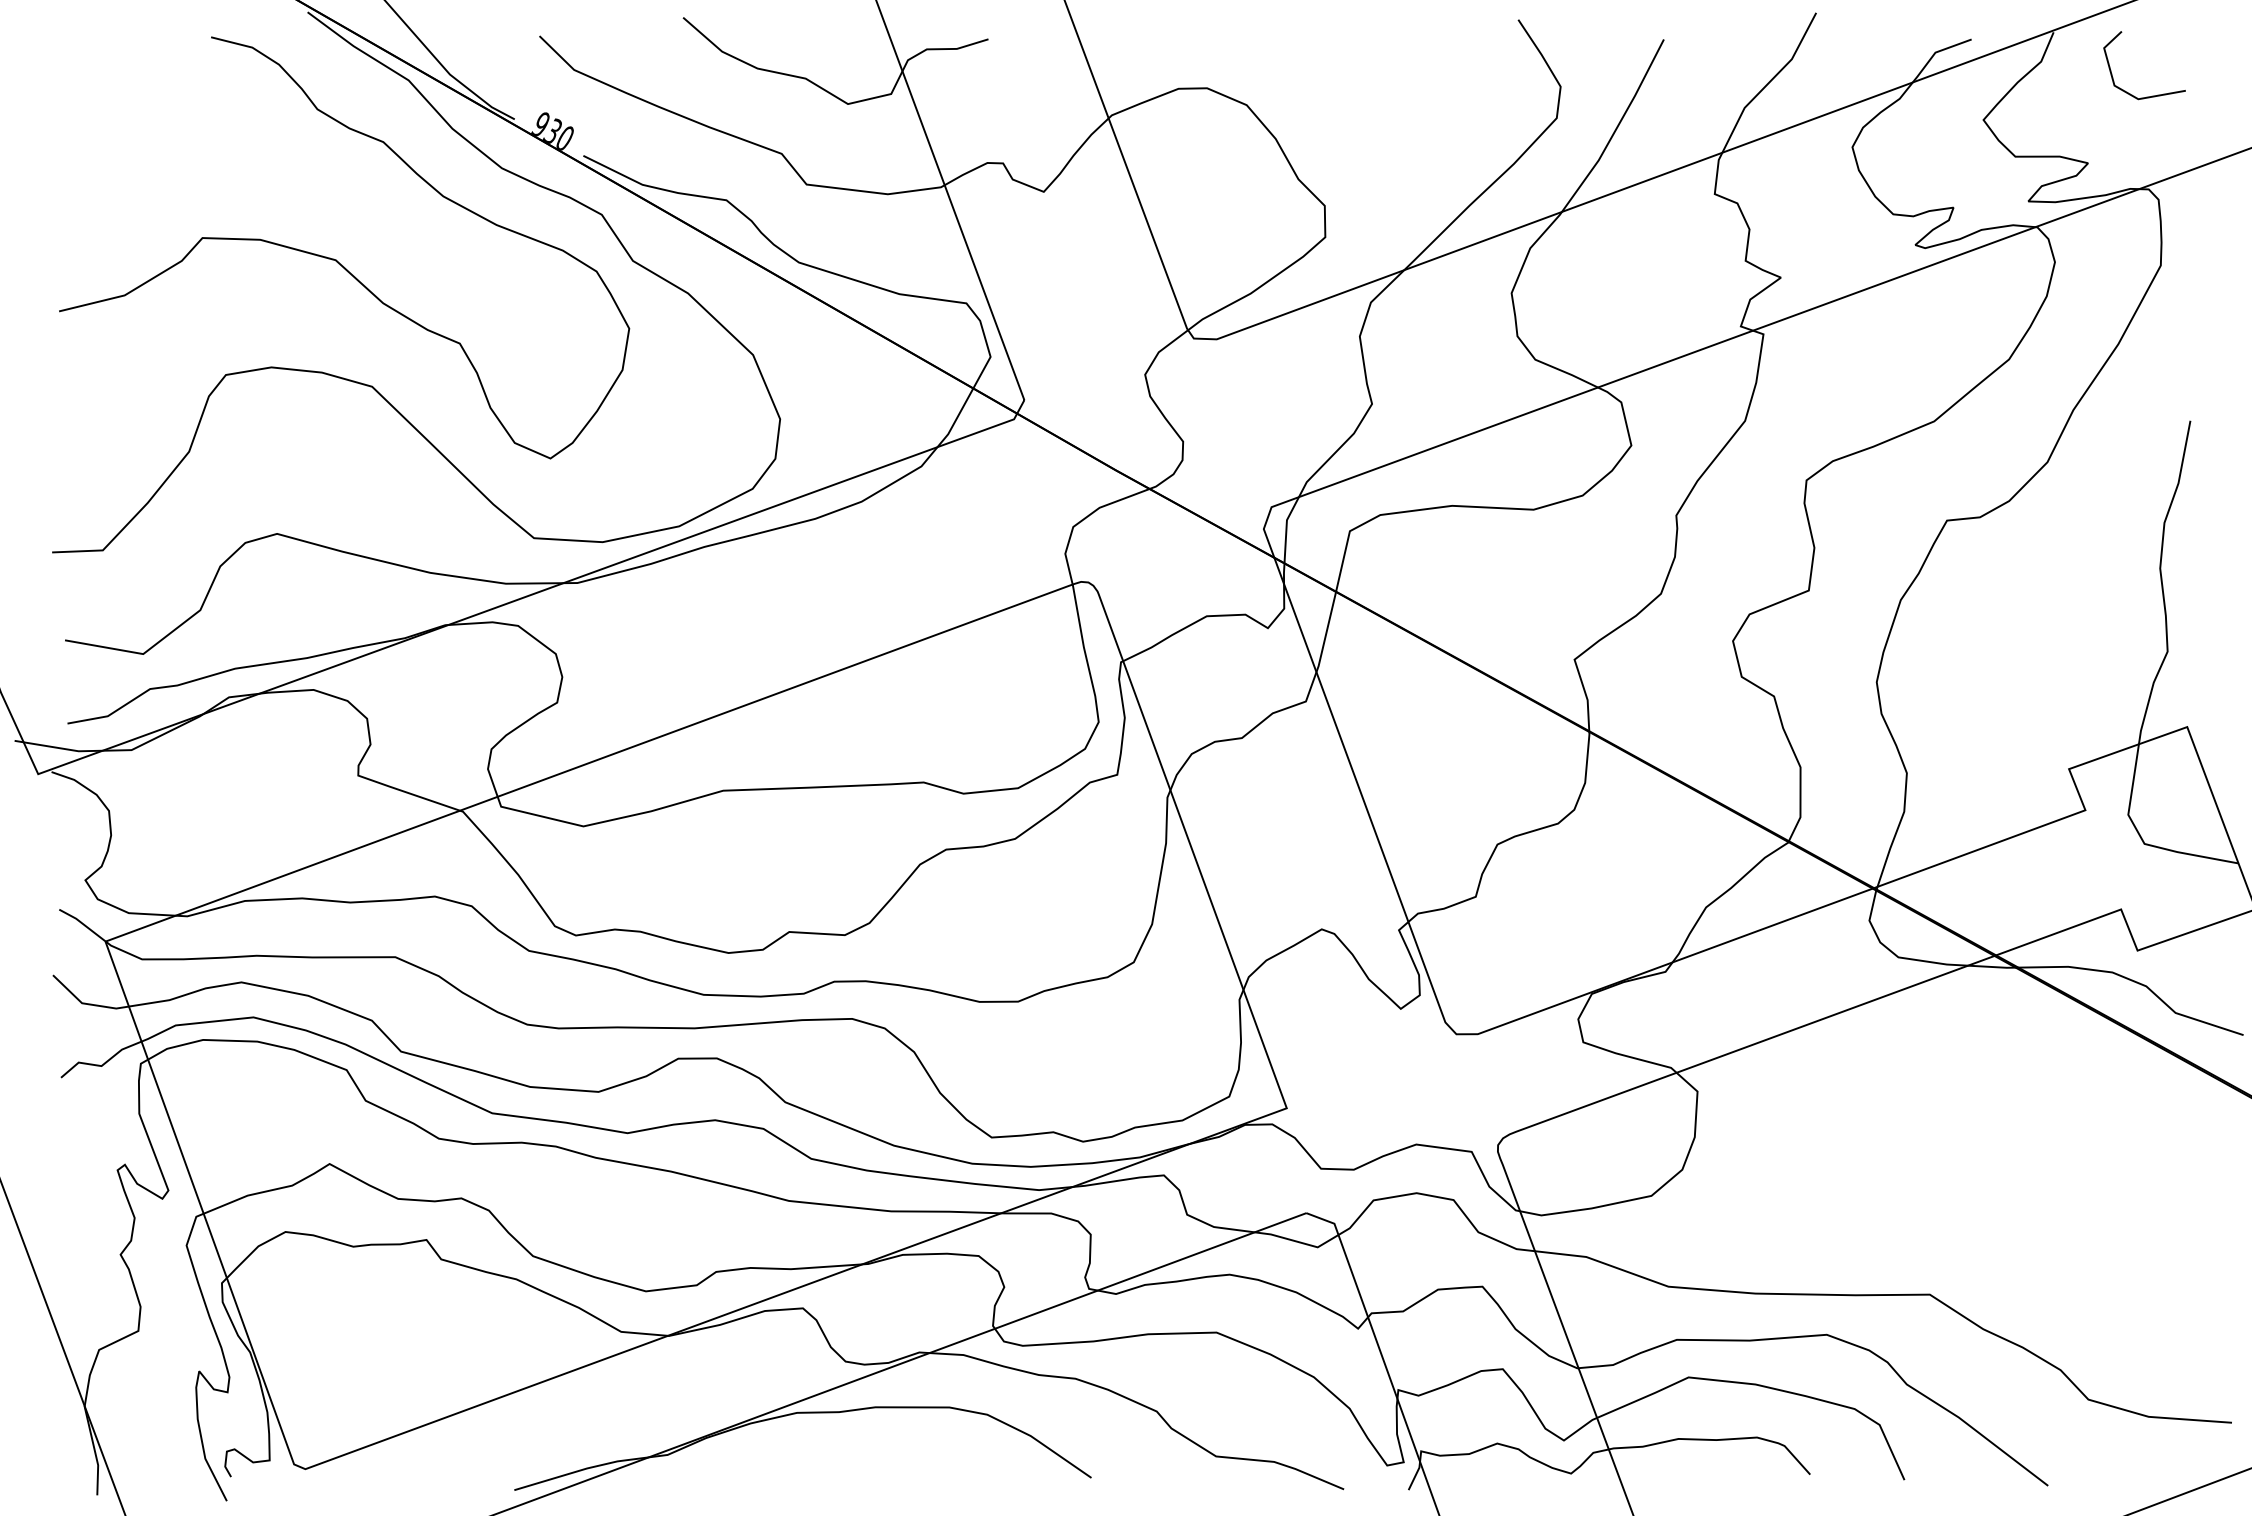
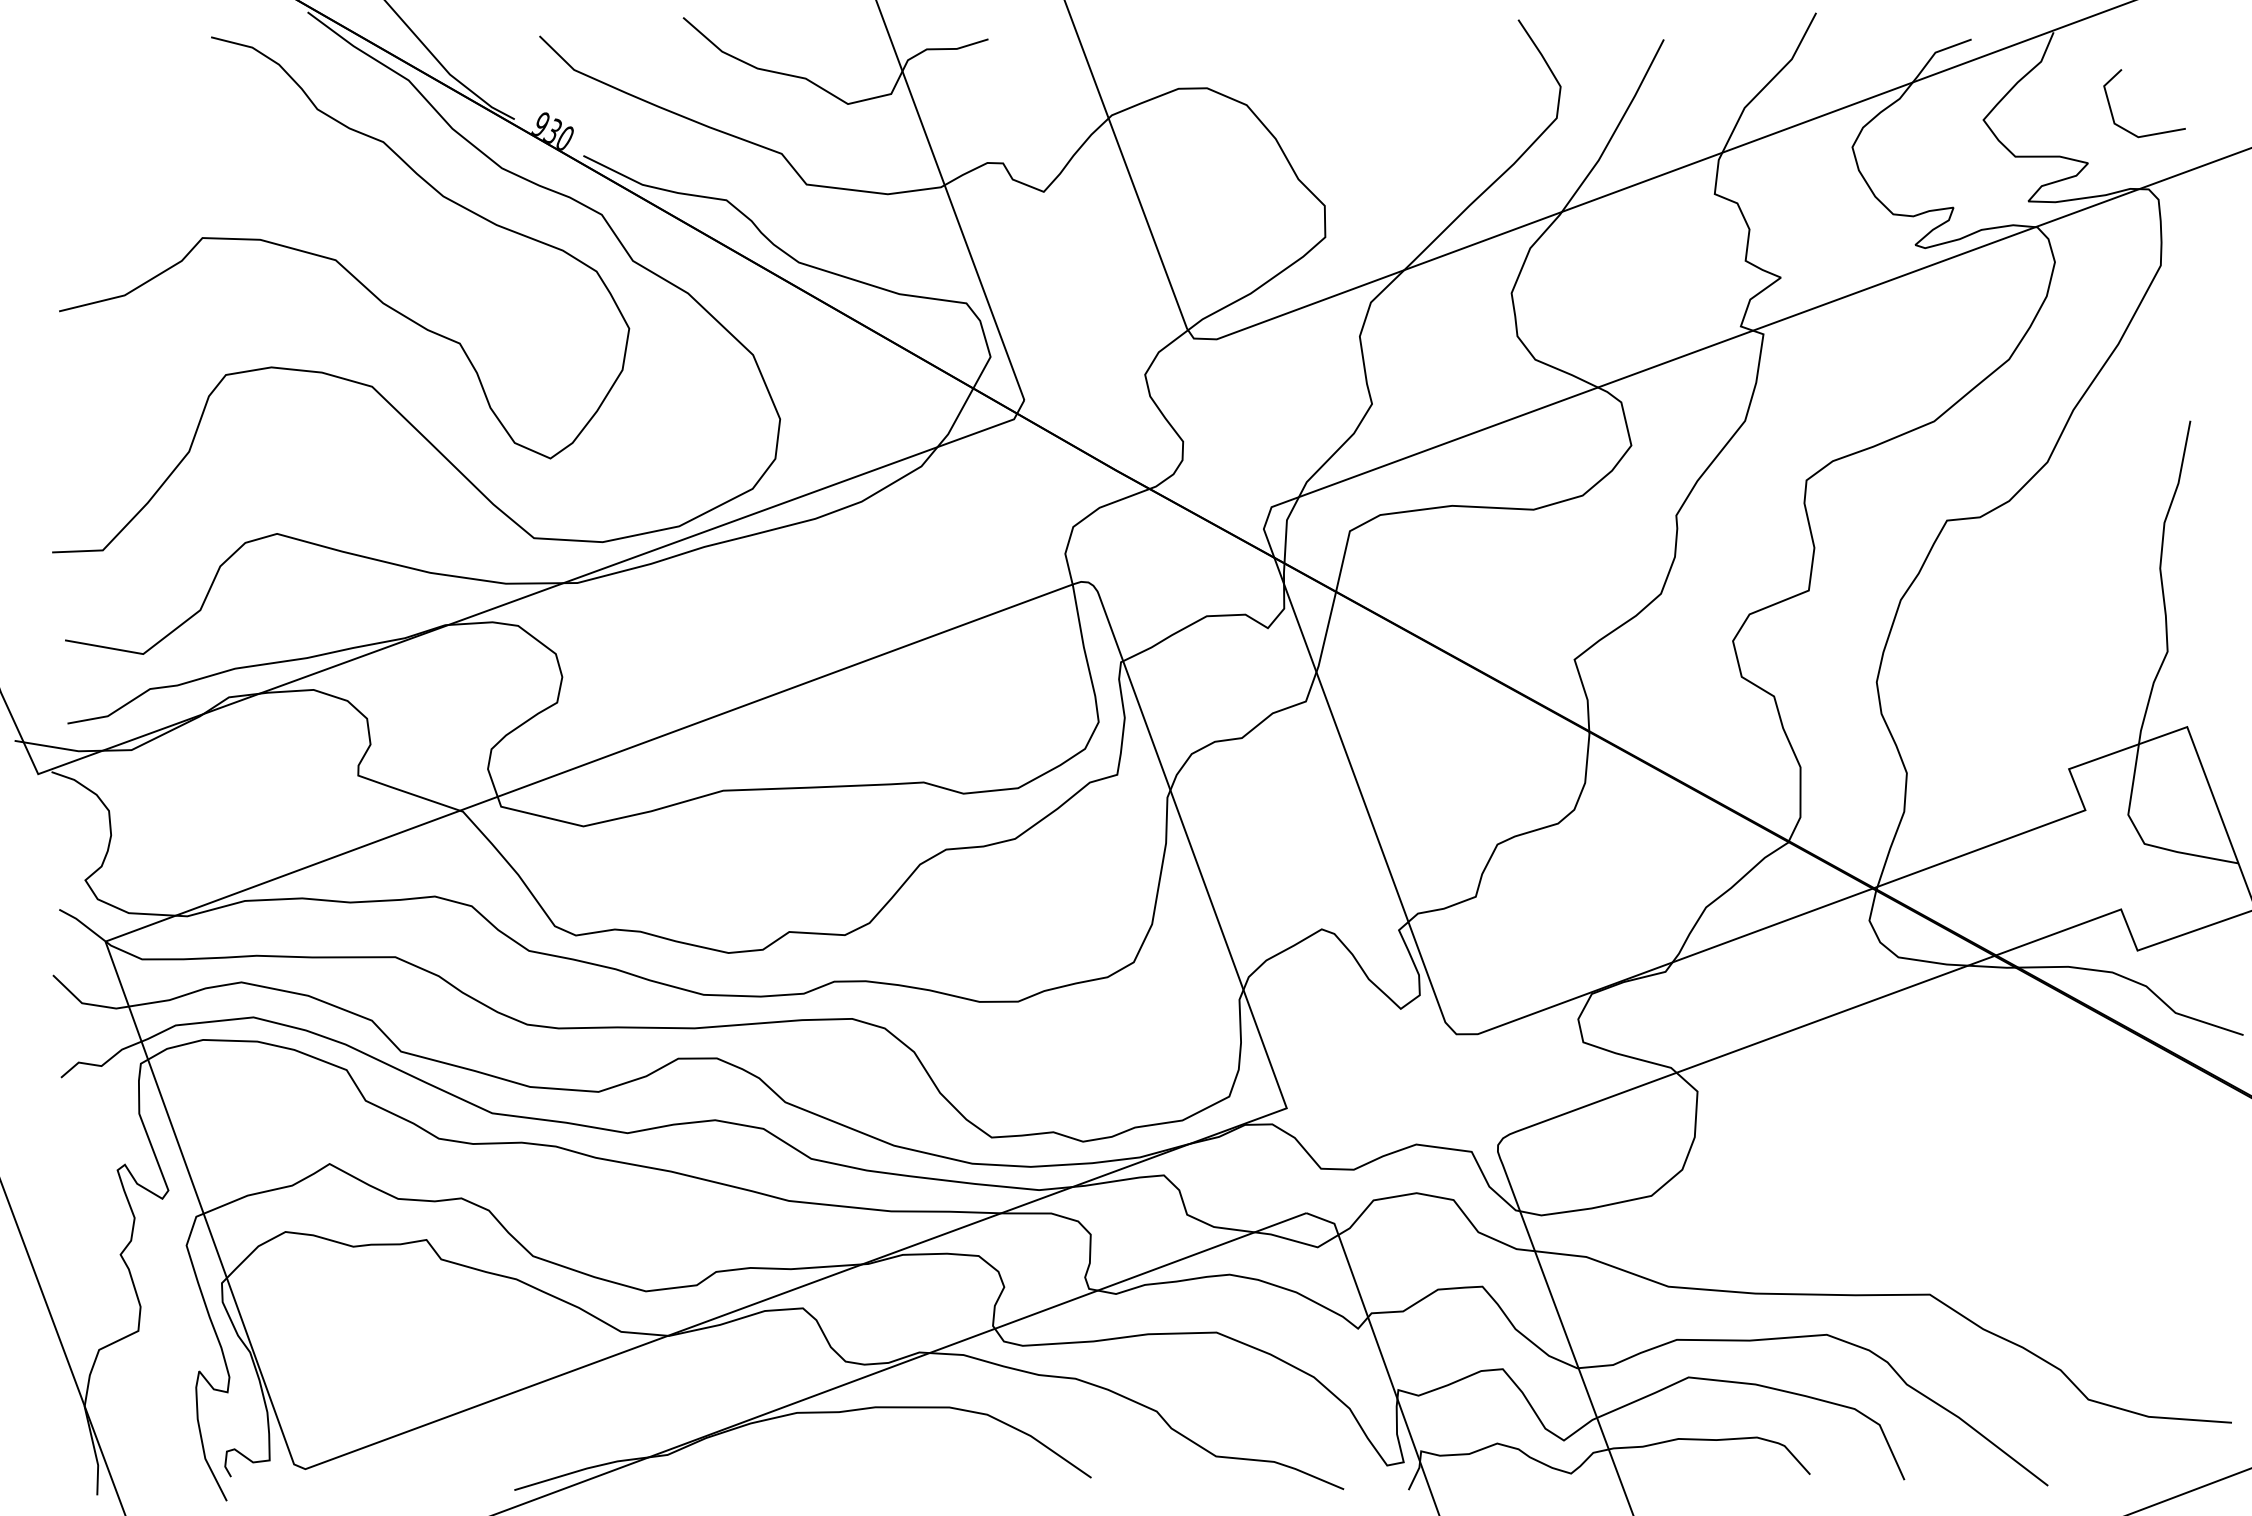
line at (2152, 95) position: (2152, 95) -> (2152, 133)
